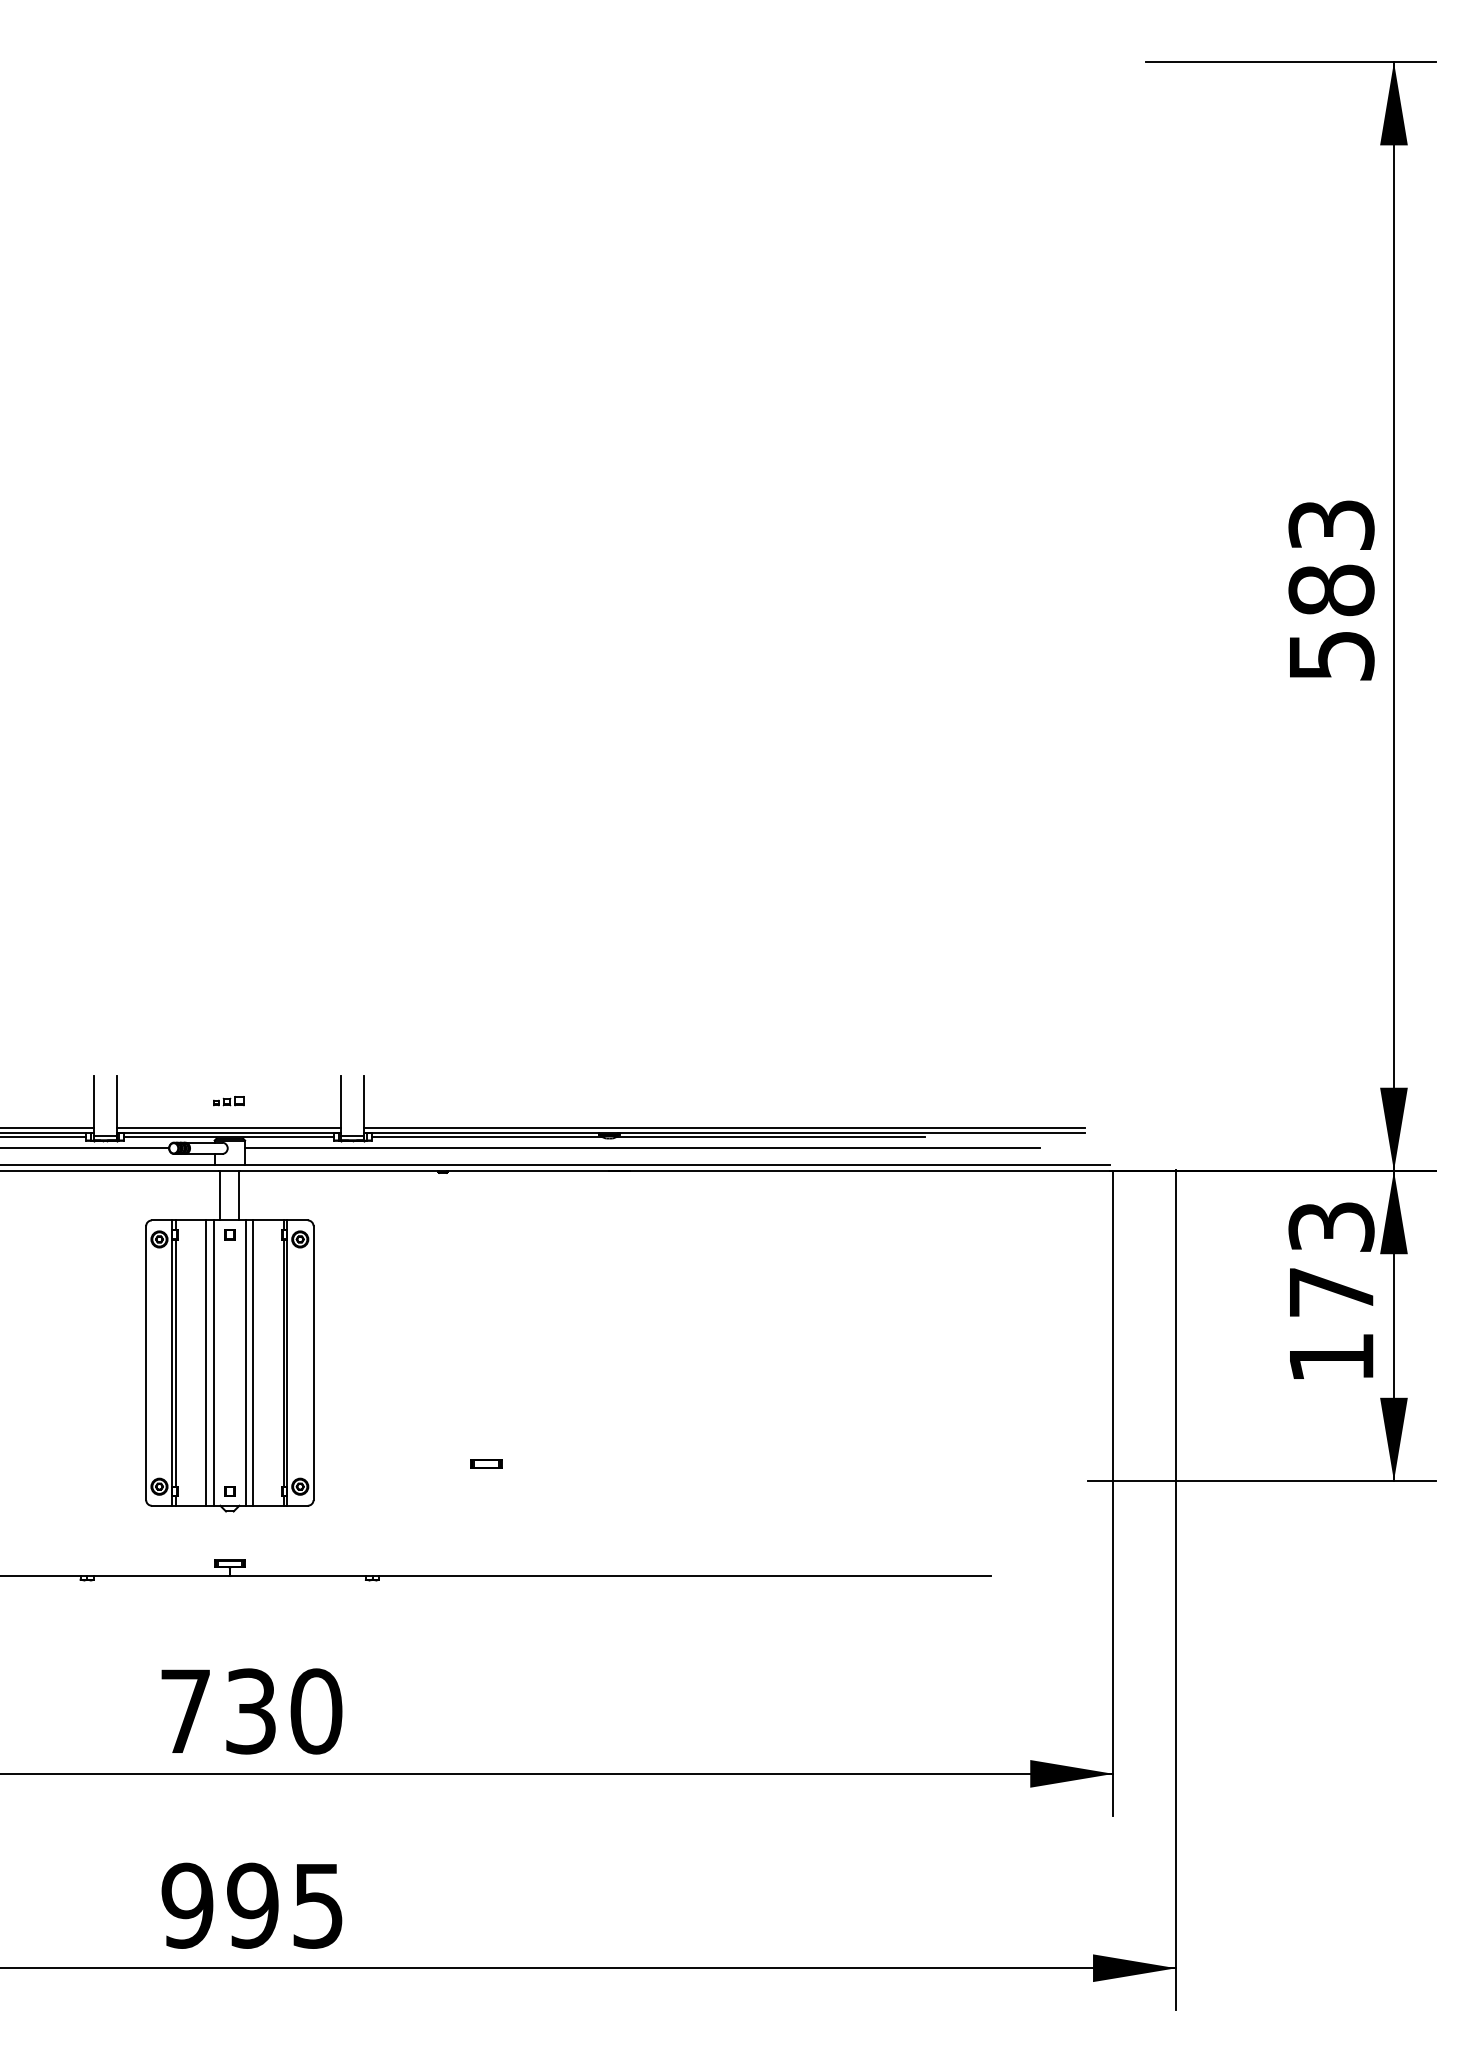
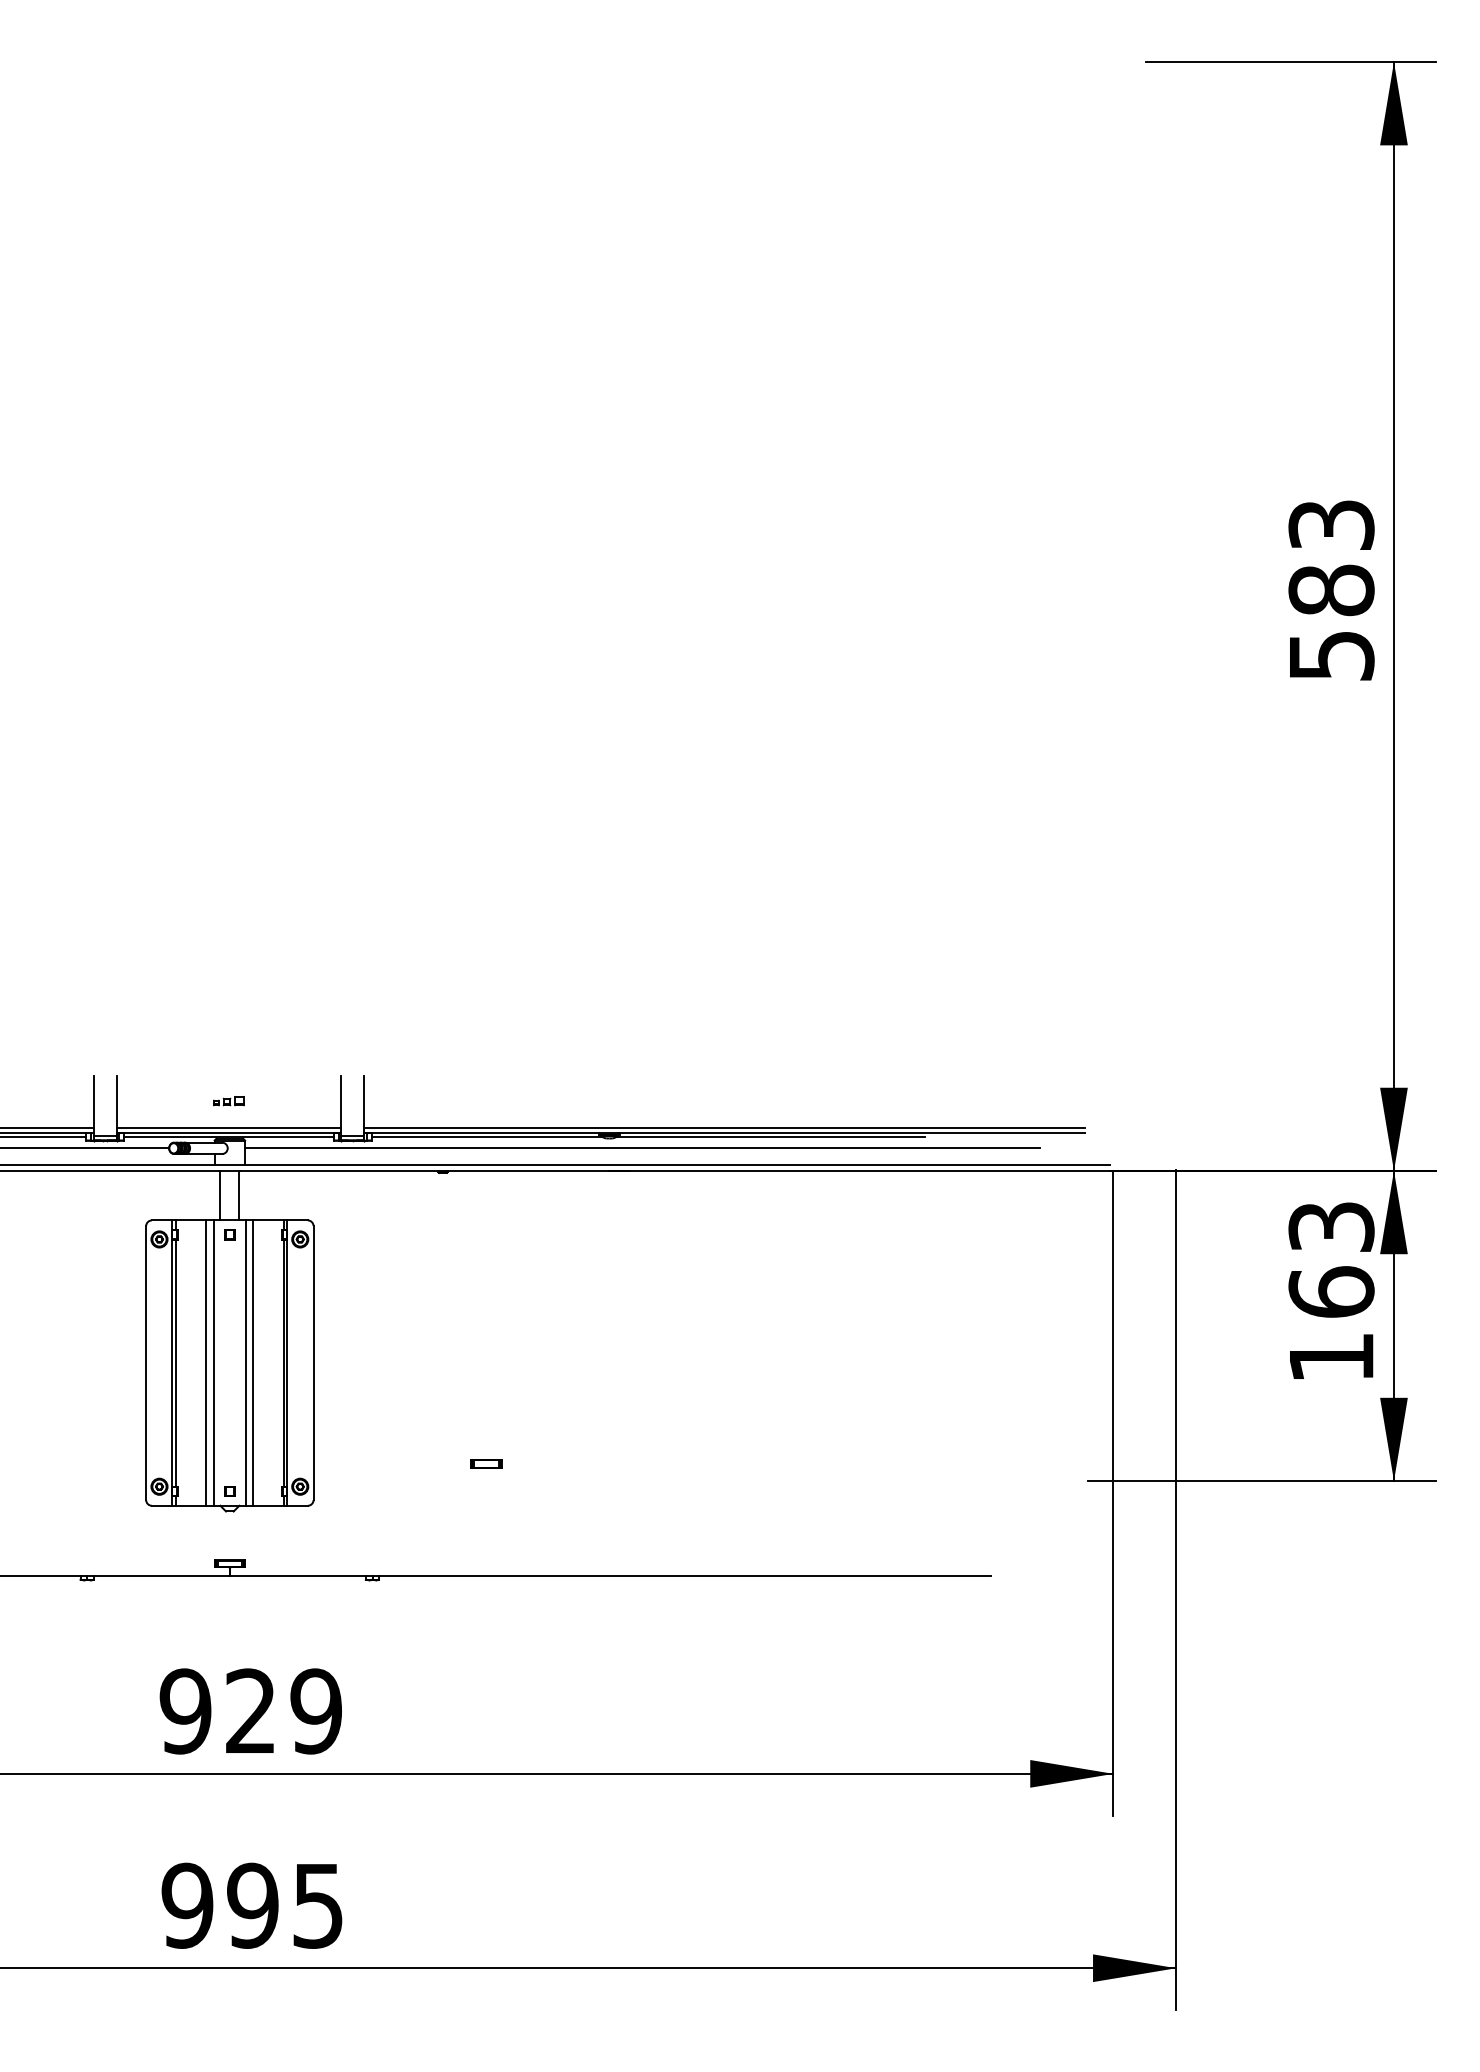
text at (1331, 1291): 173 -> 163
text at (250, 1711): 730 -> 929
